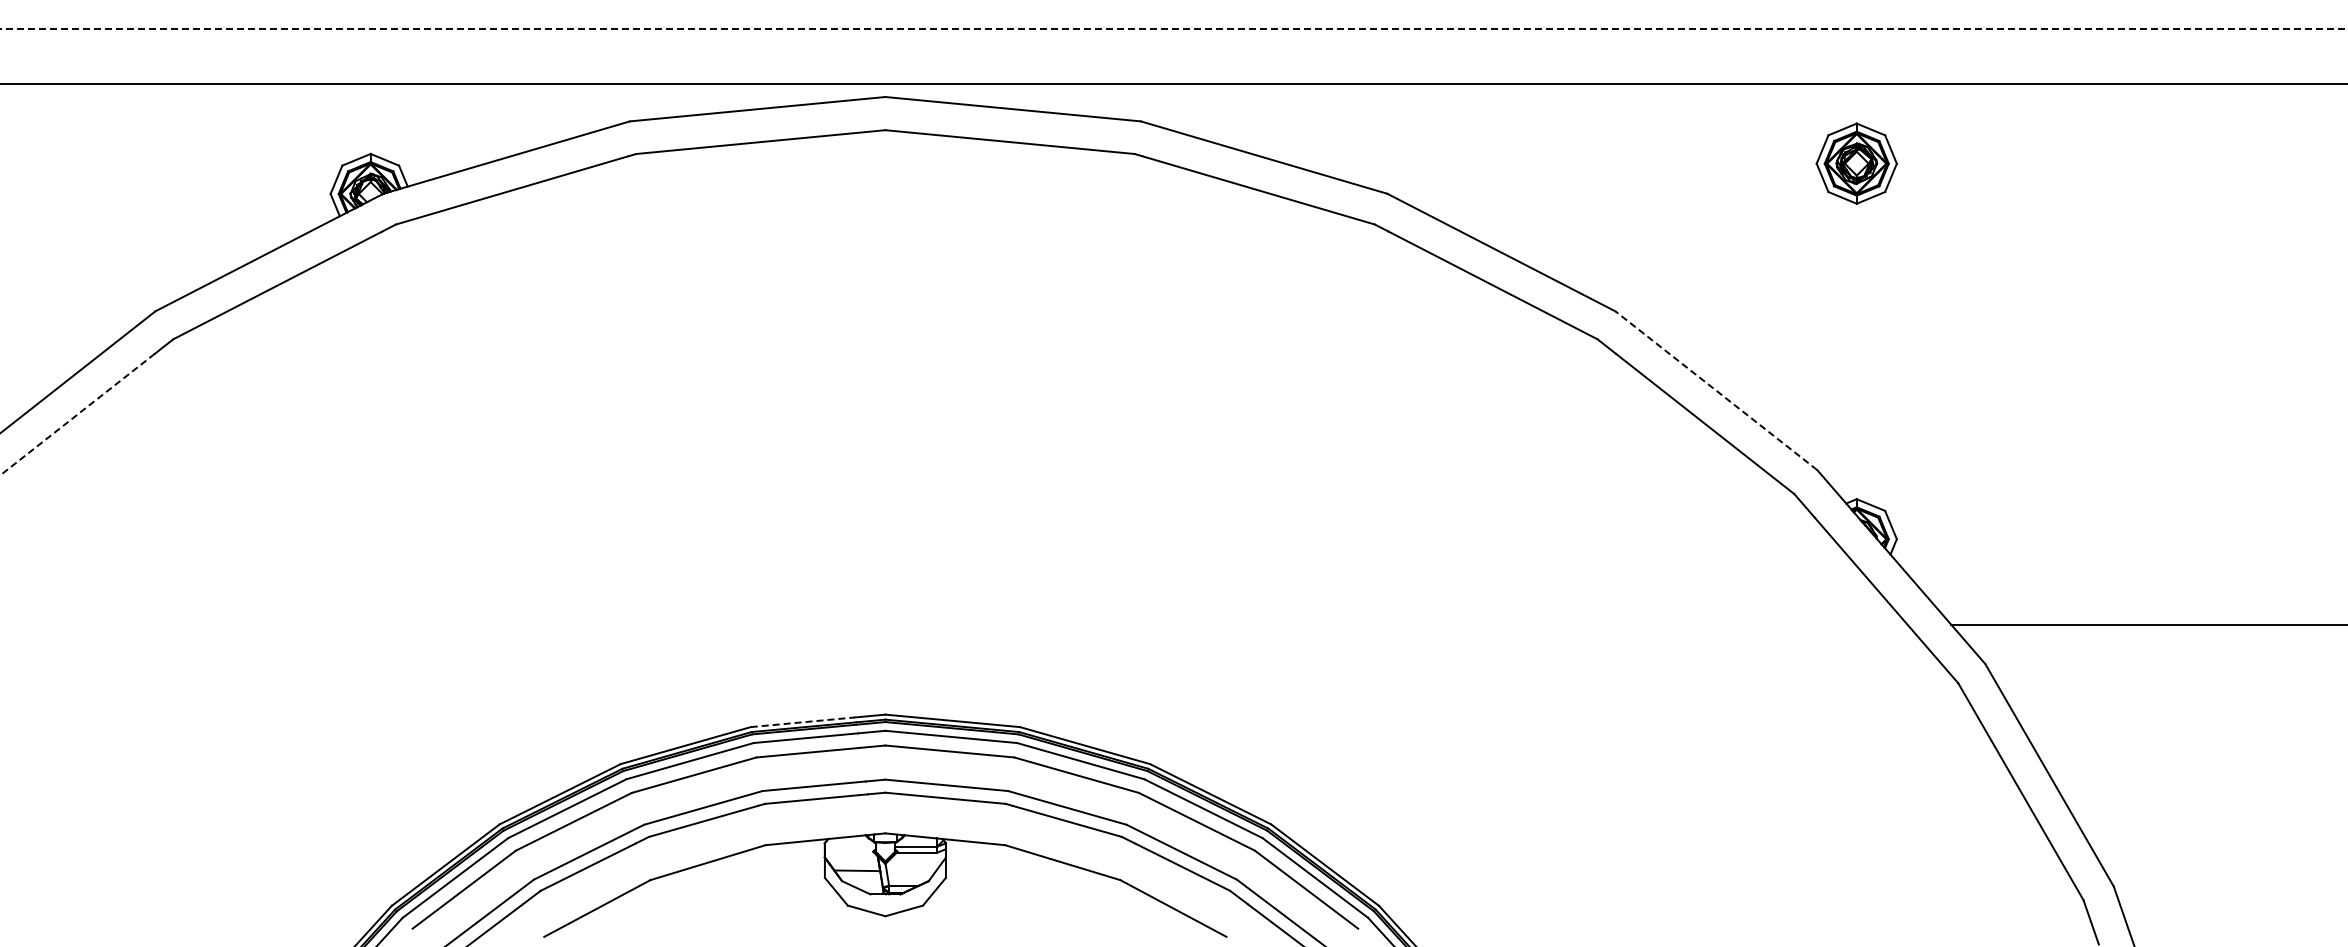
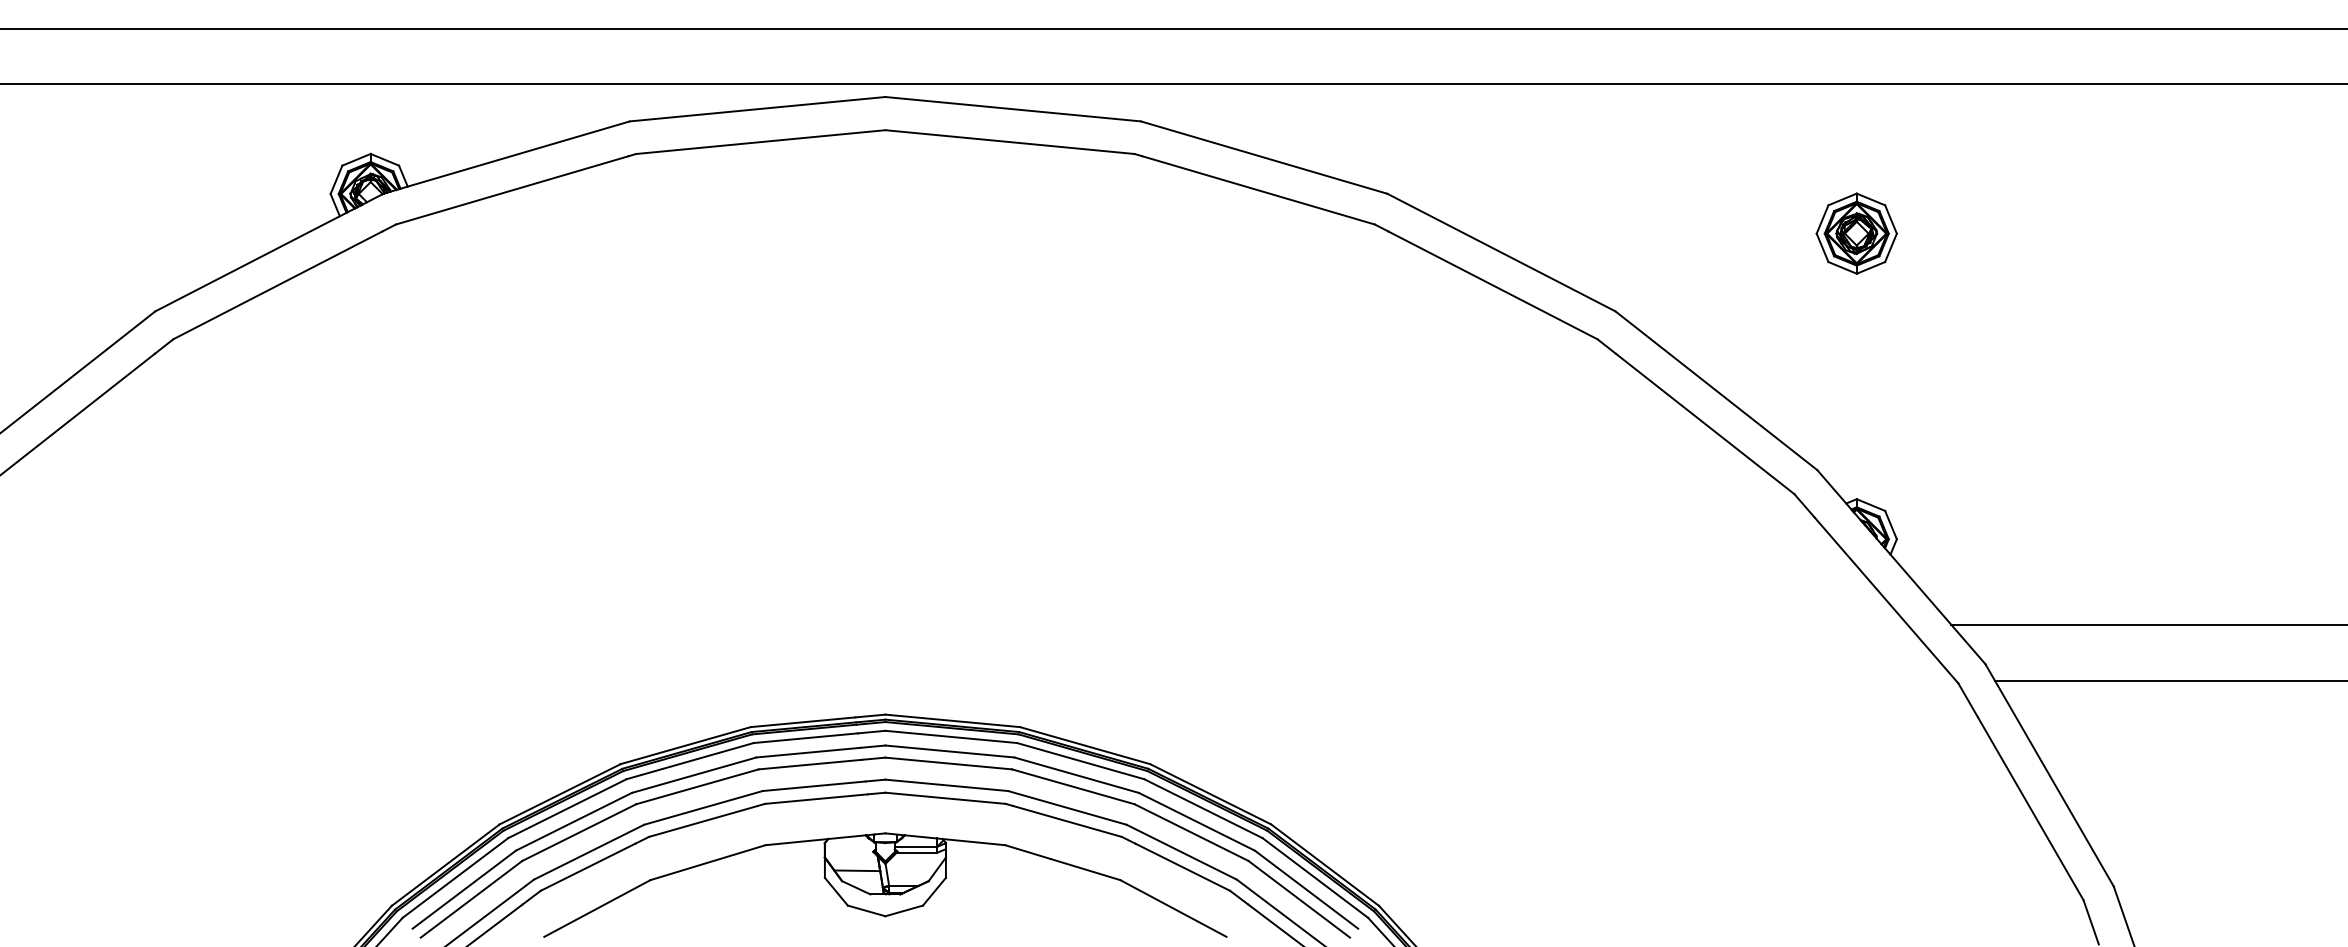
line at (1174, 28): dashed -> solid
part at (1856, 163) position: (1856, 163) -> (1856, 233)
line at (1715, 390): dashed -> solid
line at (77, 414): dashed -> solid
line at (2169, 680): none -> present
line at (803, 722): dashed -> solid
part at (879, 759): none -> present
